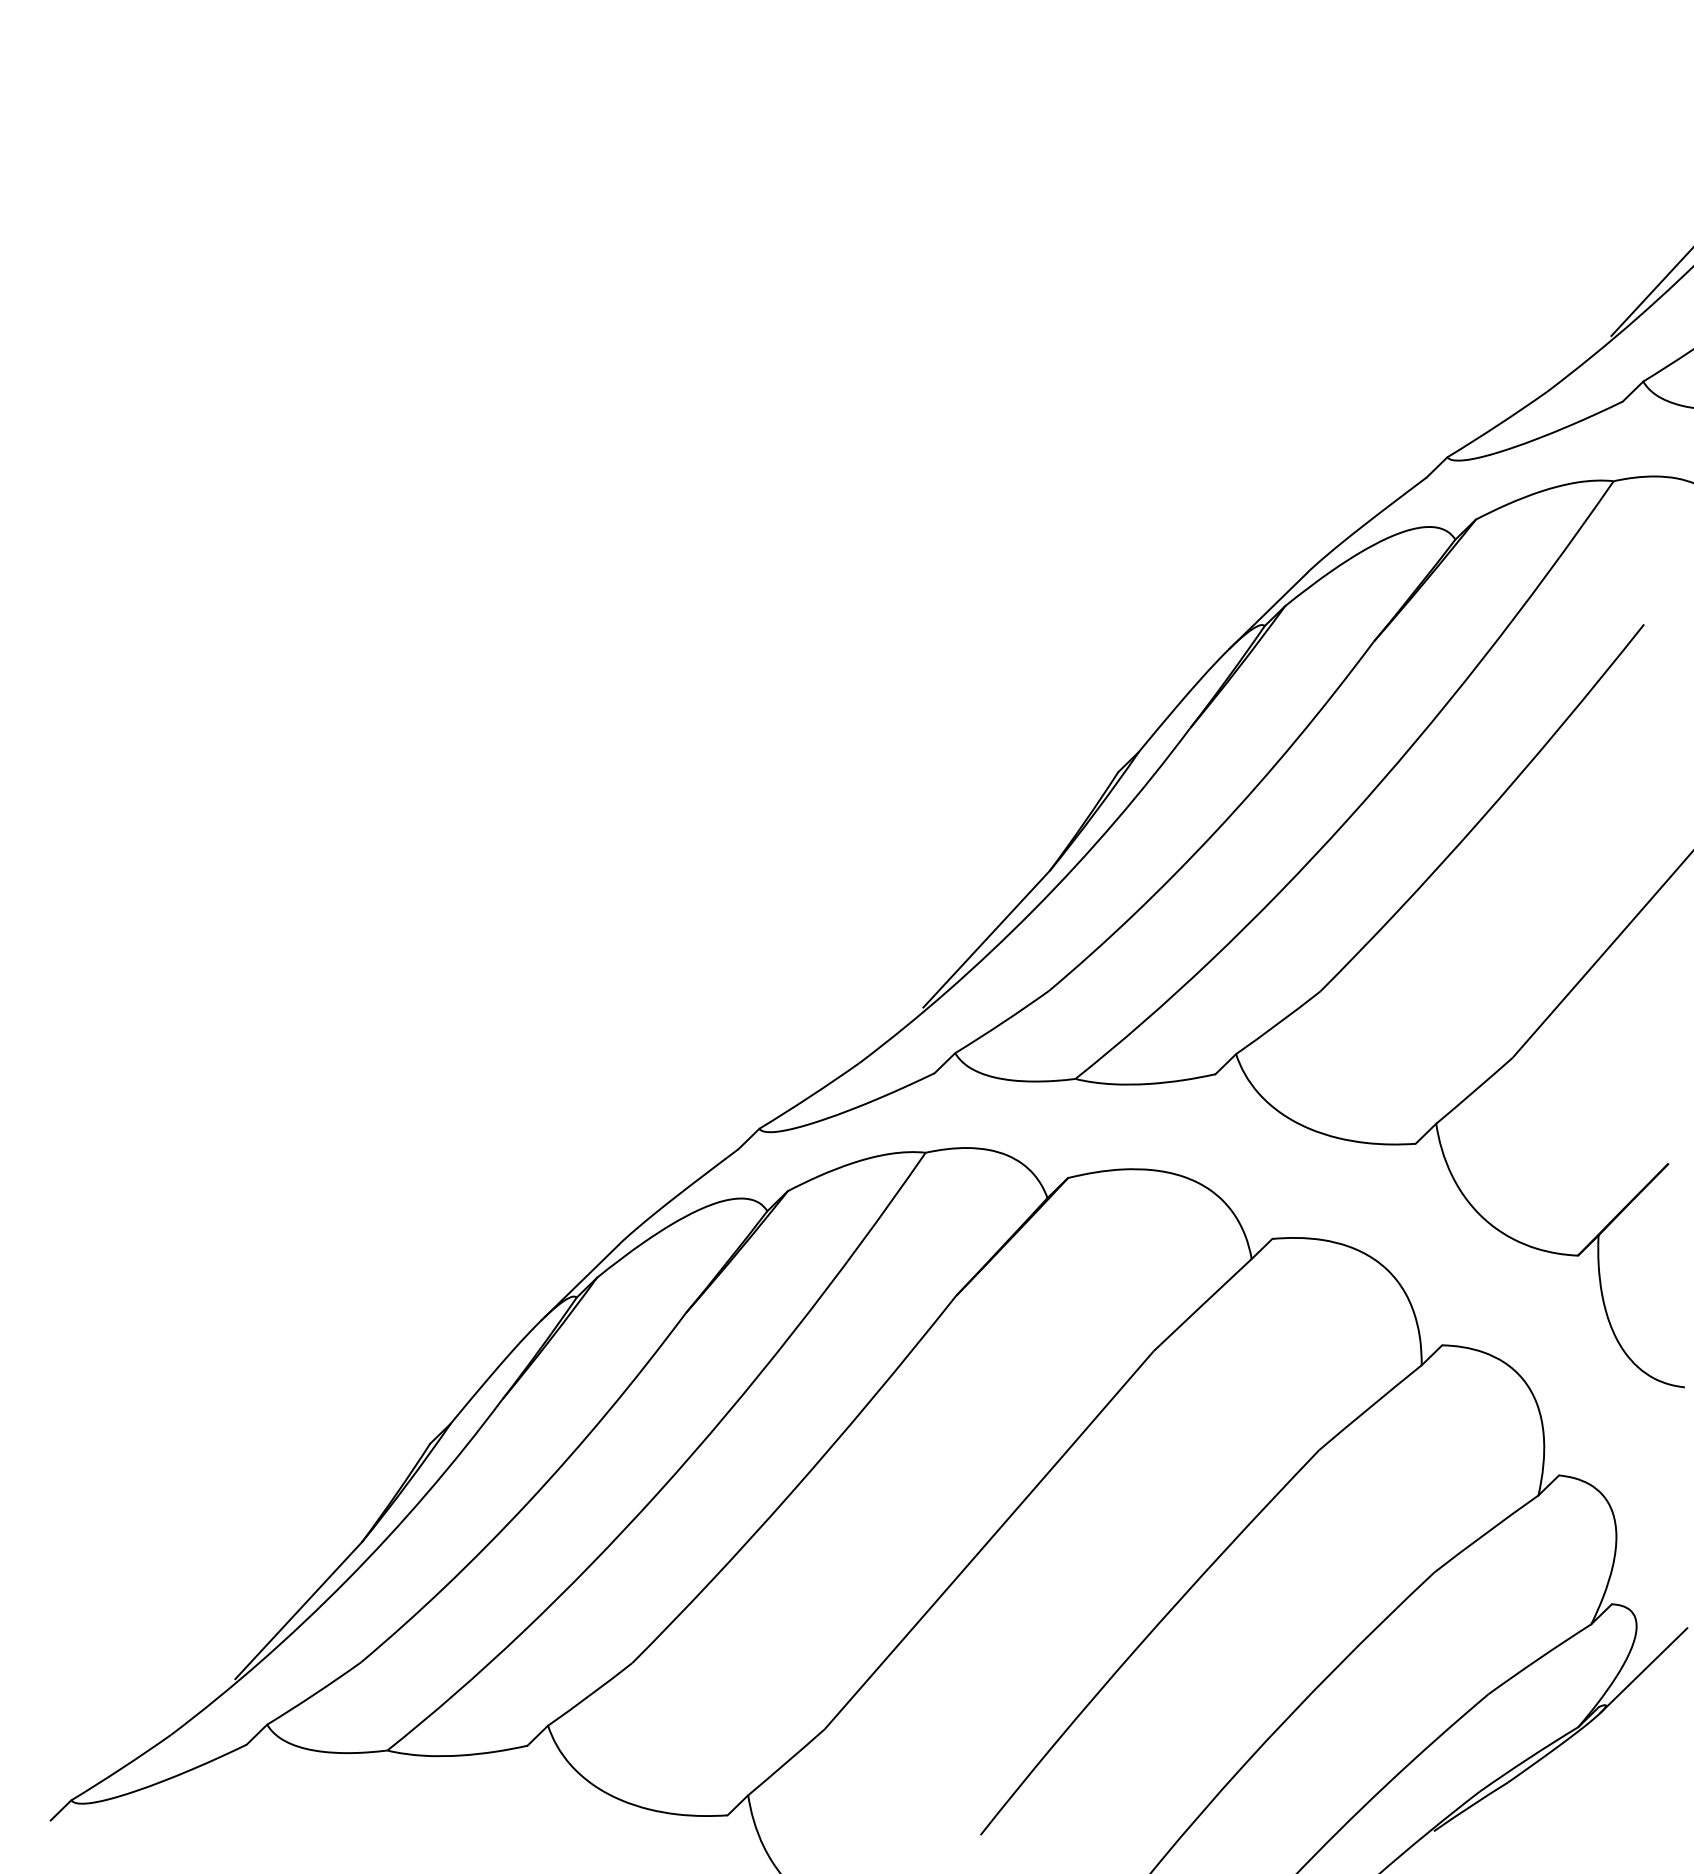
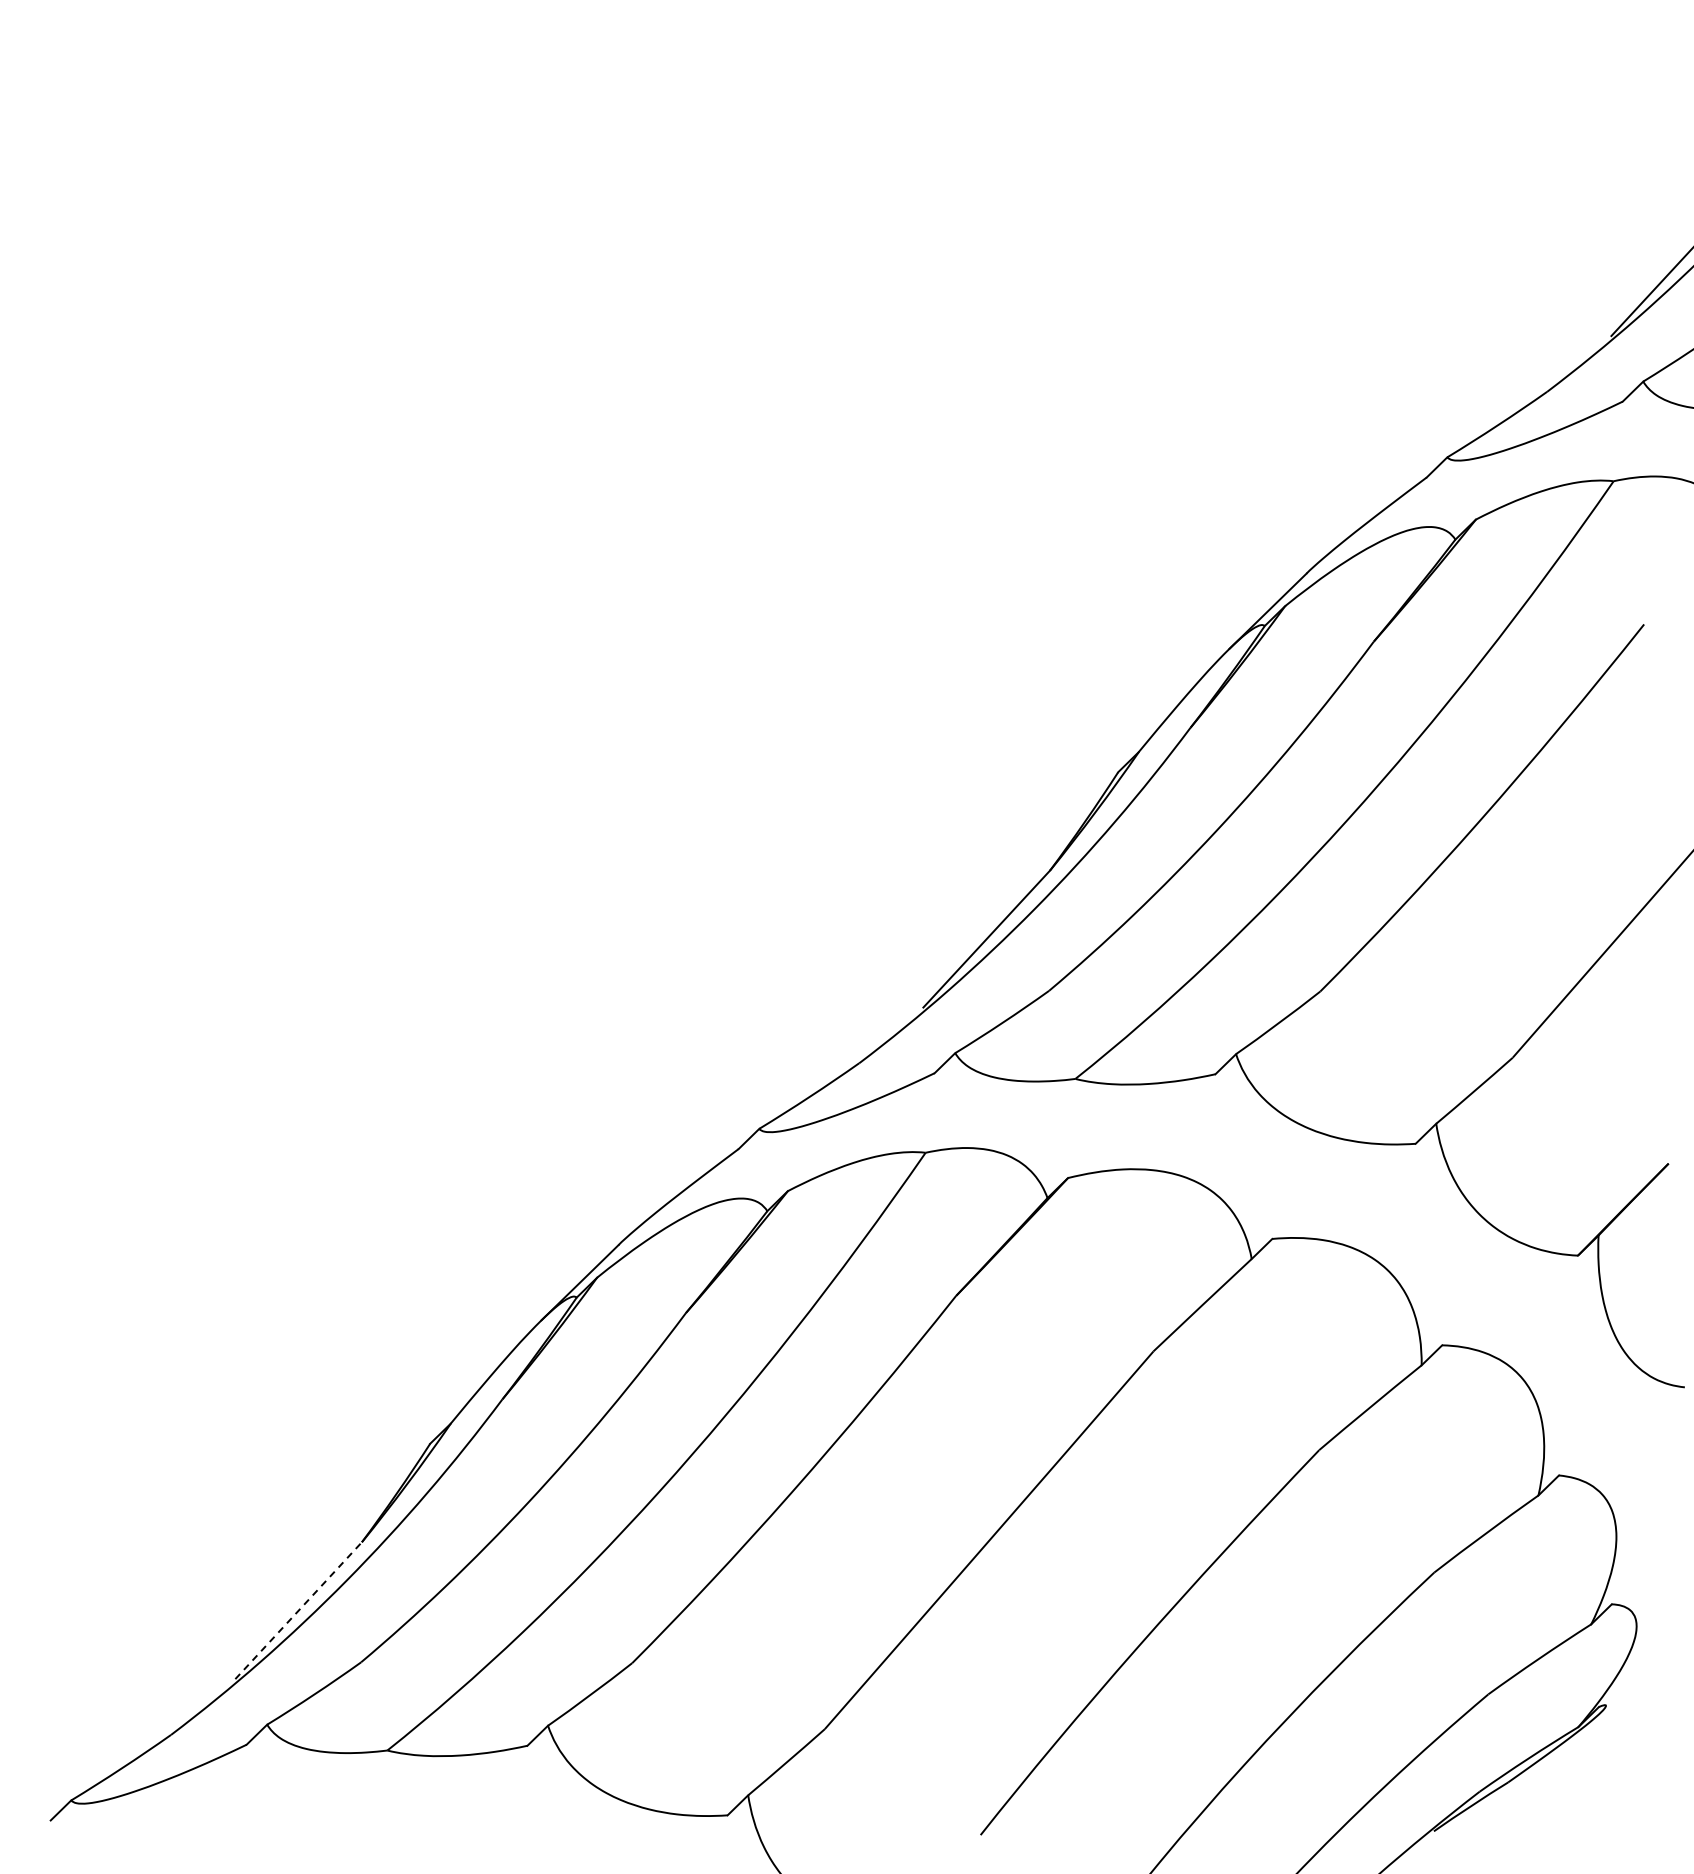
line at (298, 1610): solid -> dashed
line at (1643, 1670): present -> none
